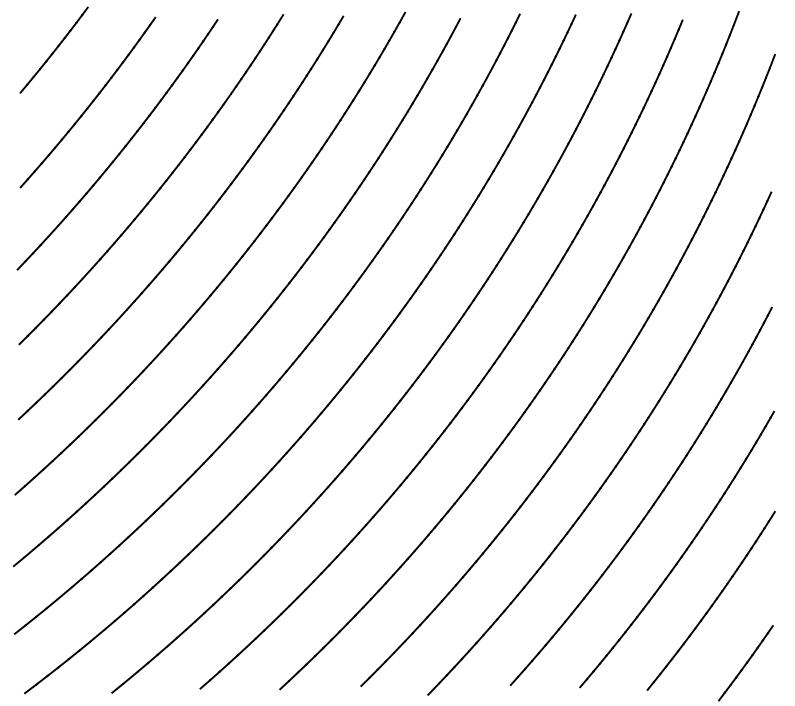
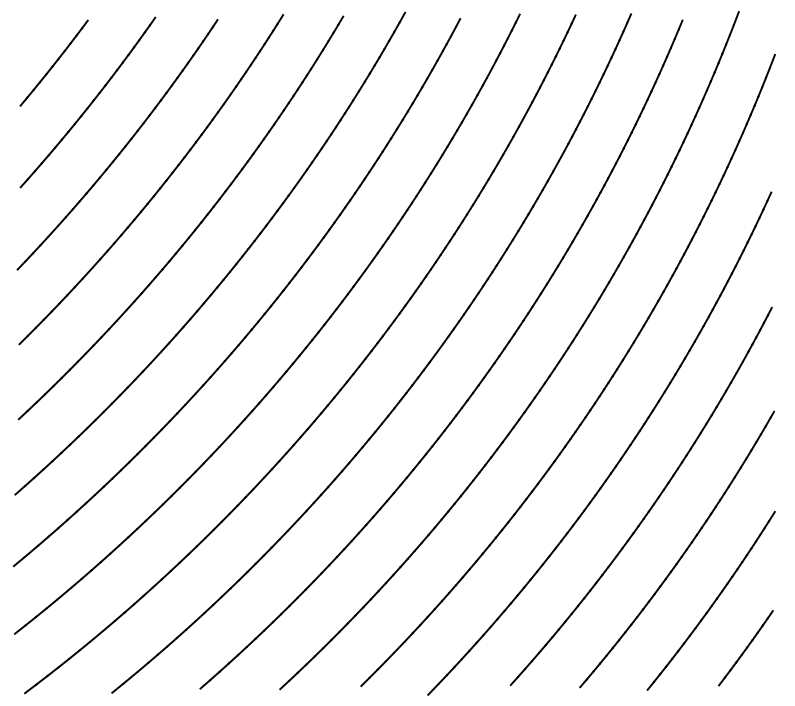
line at (54, 49) position: (54, 49) -> (54, 62)
line at (745, 663) position: (745, 663) -> (745, 648)
